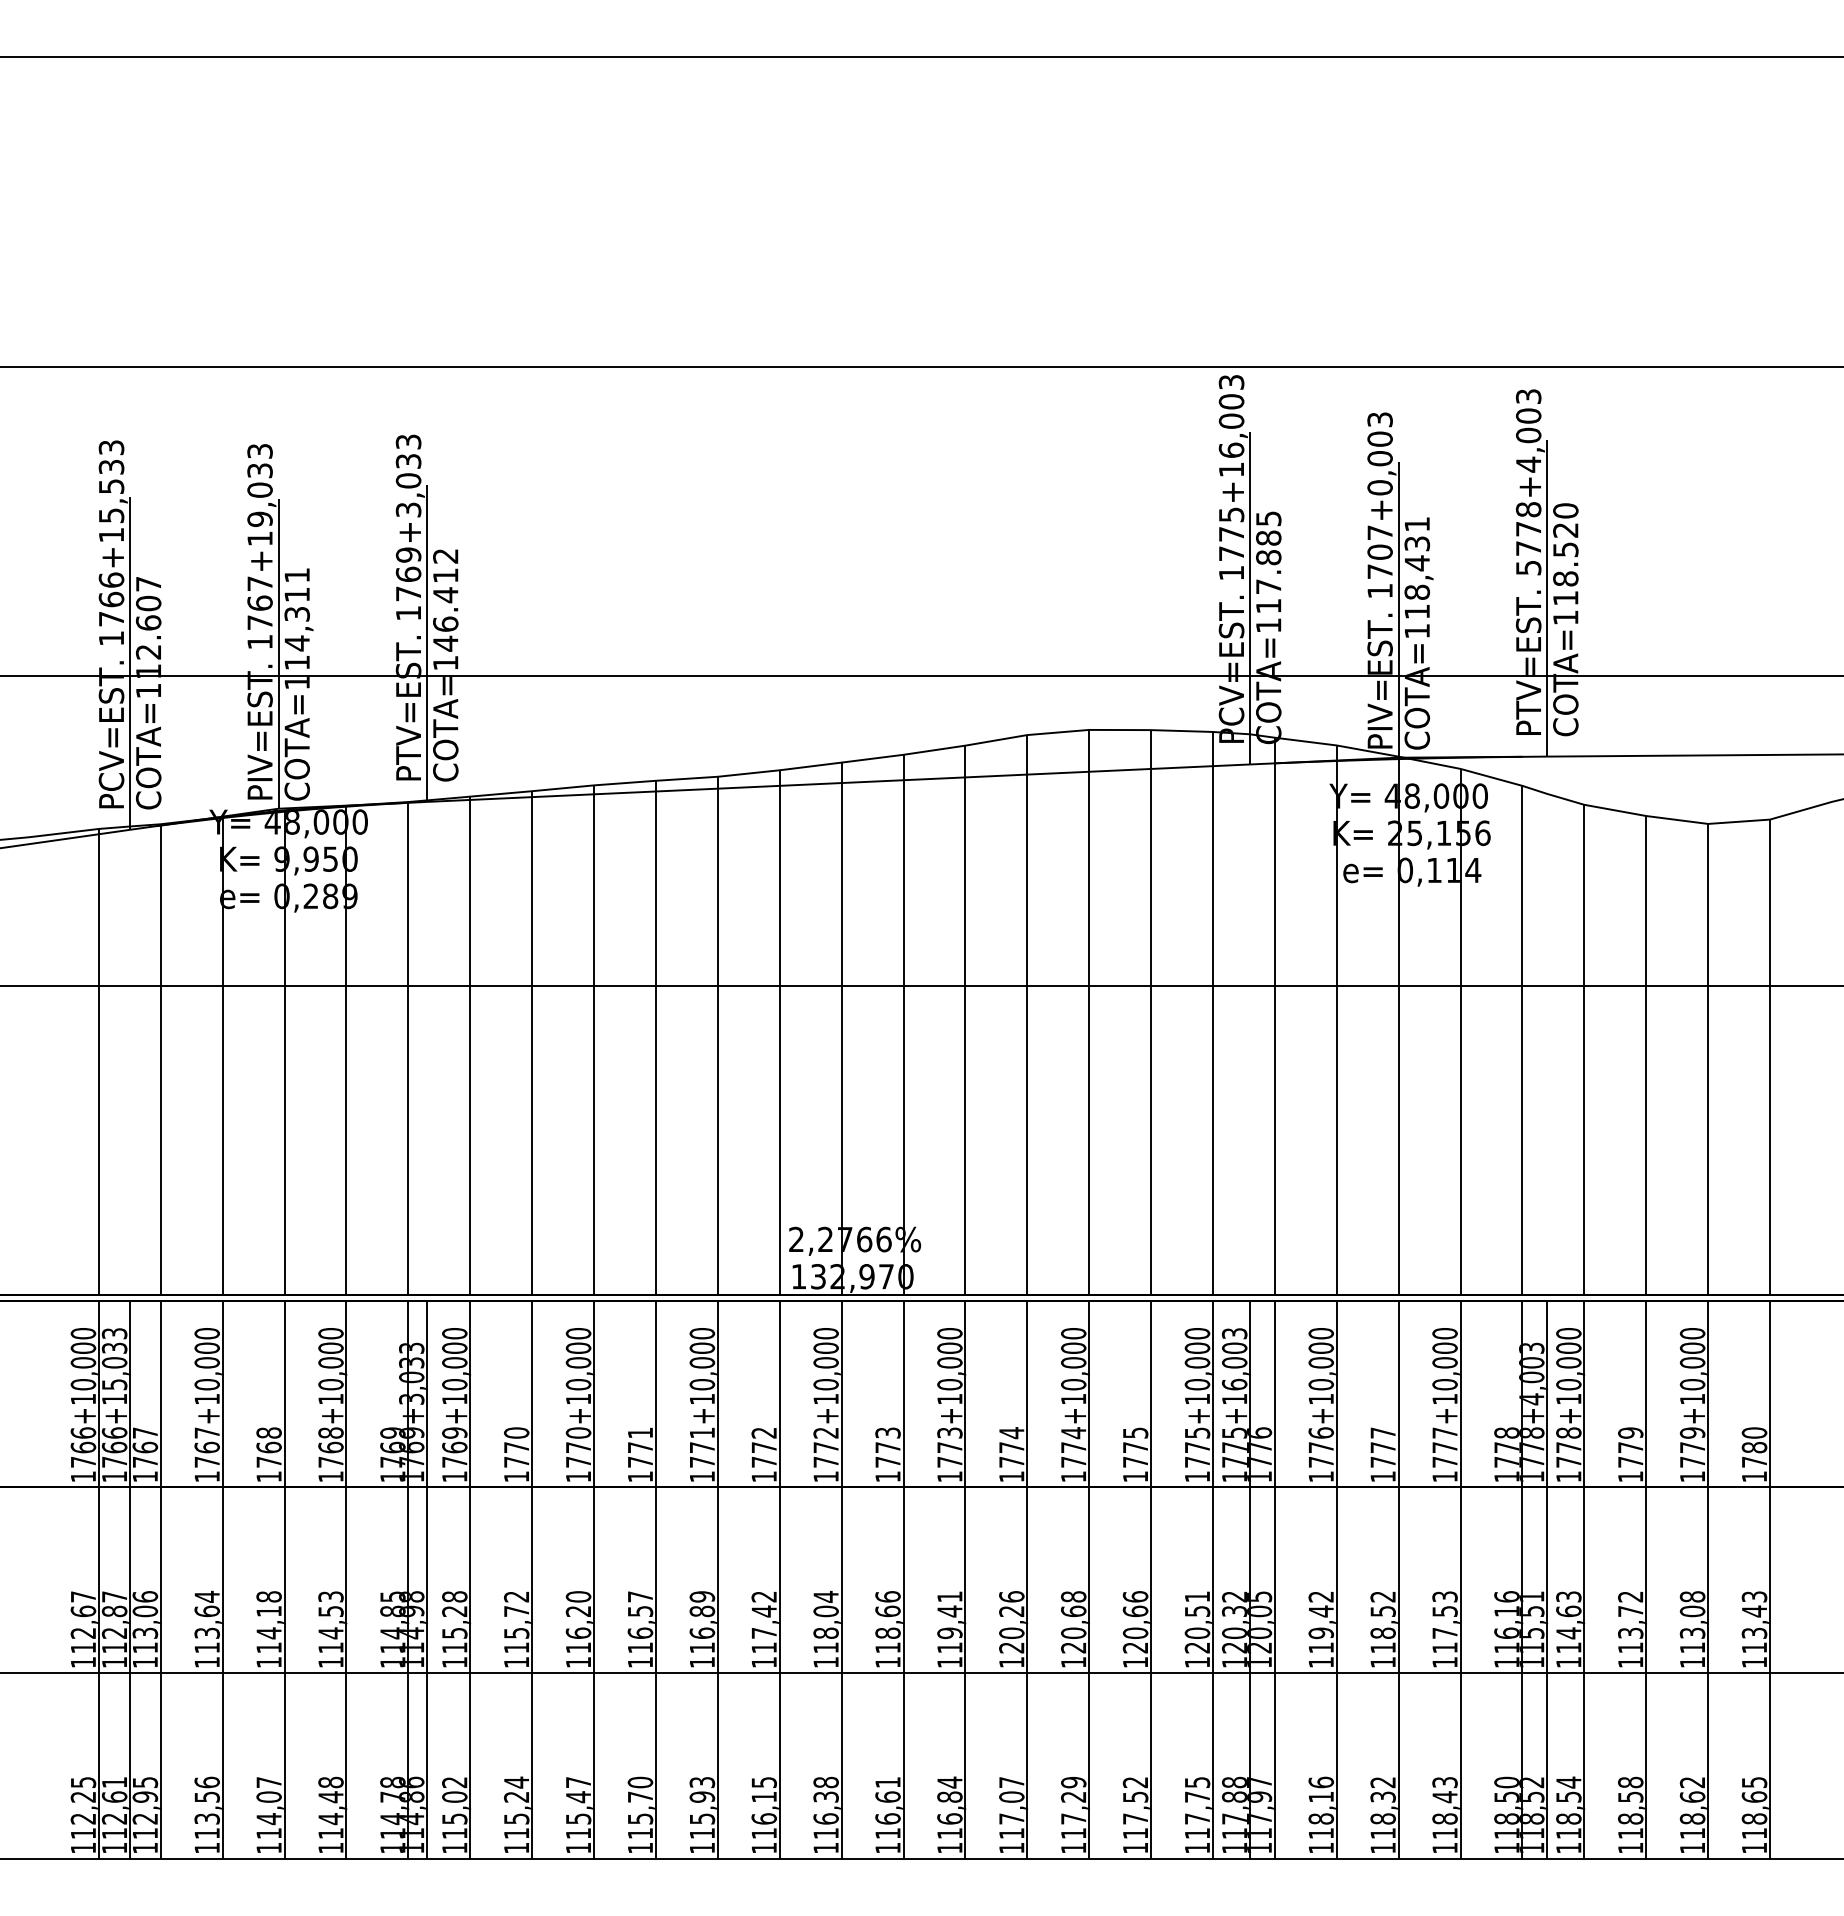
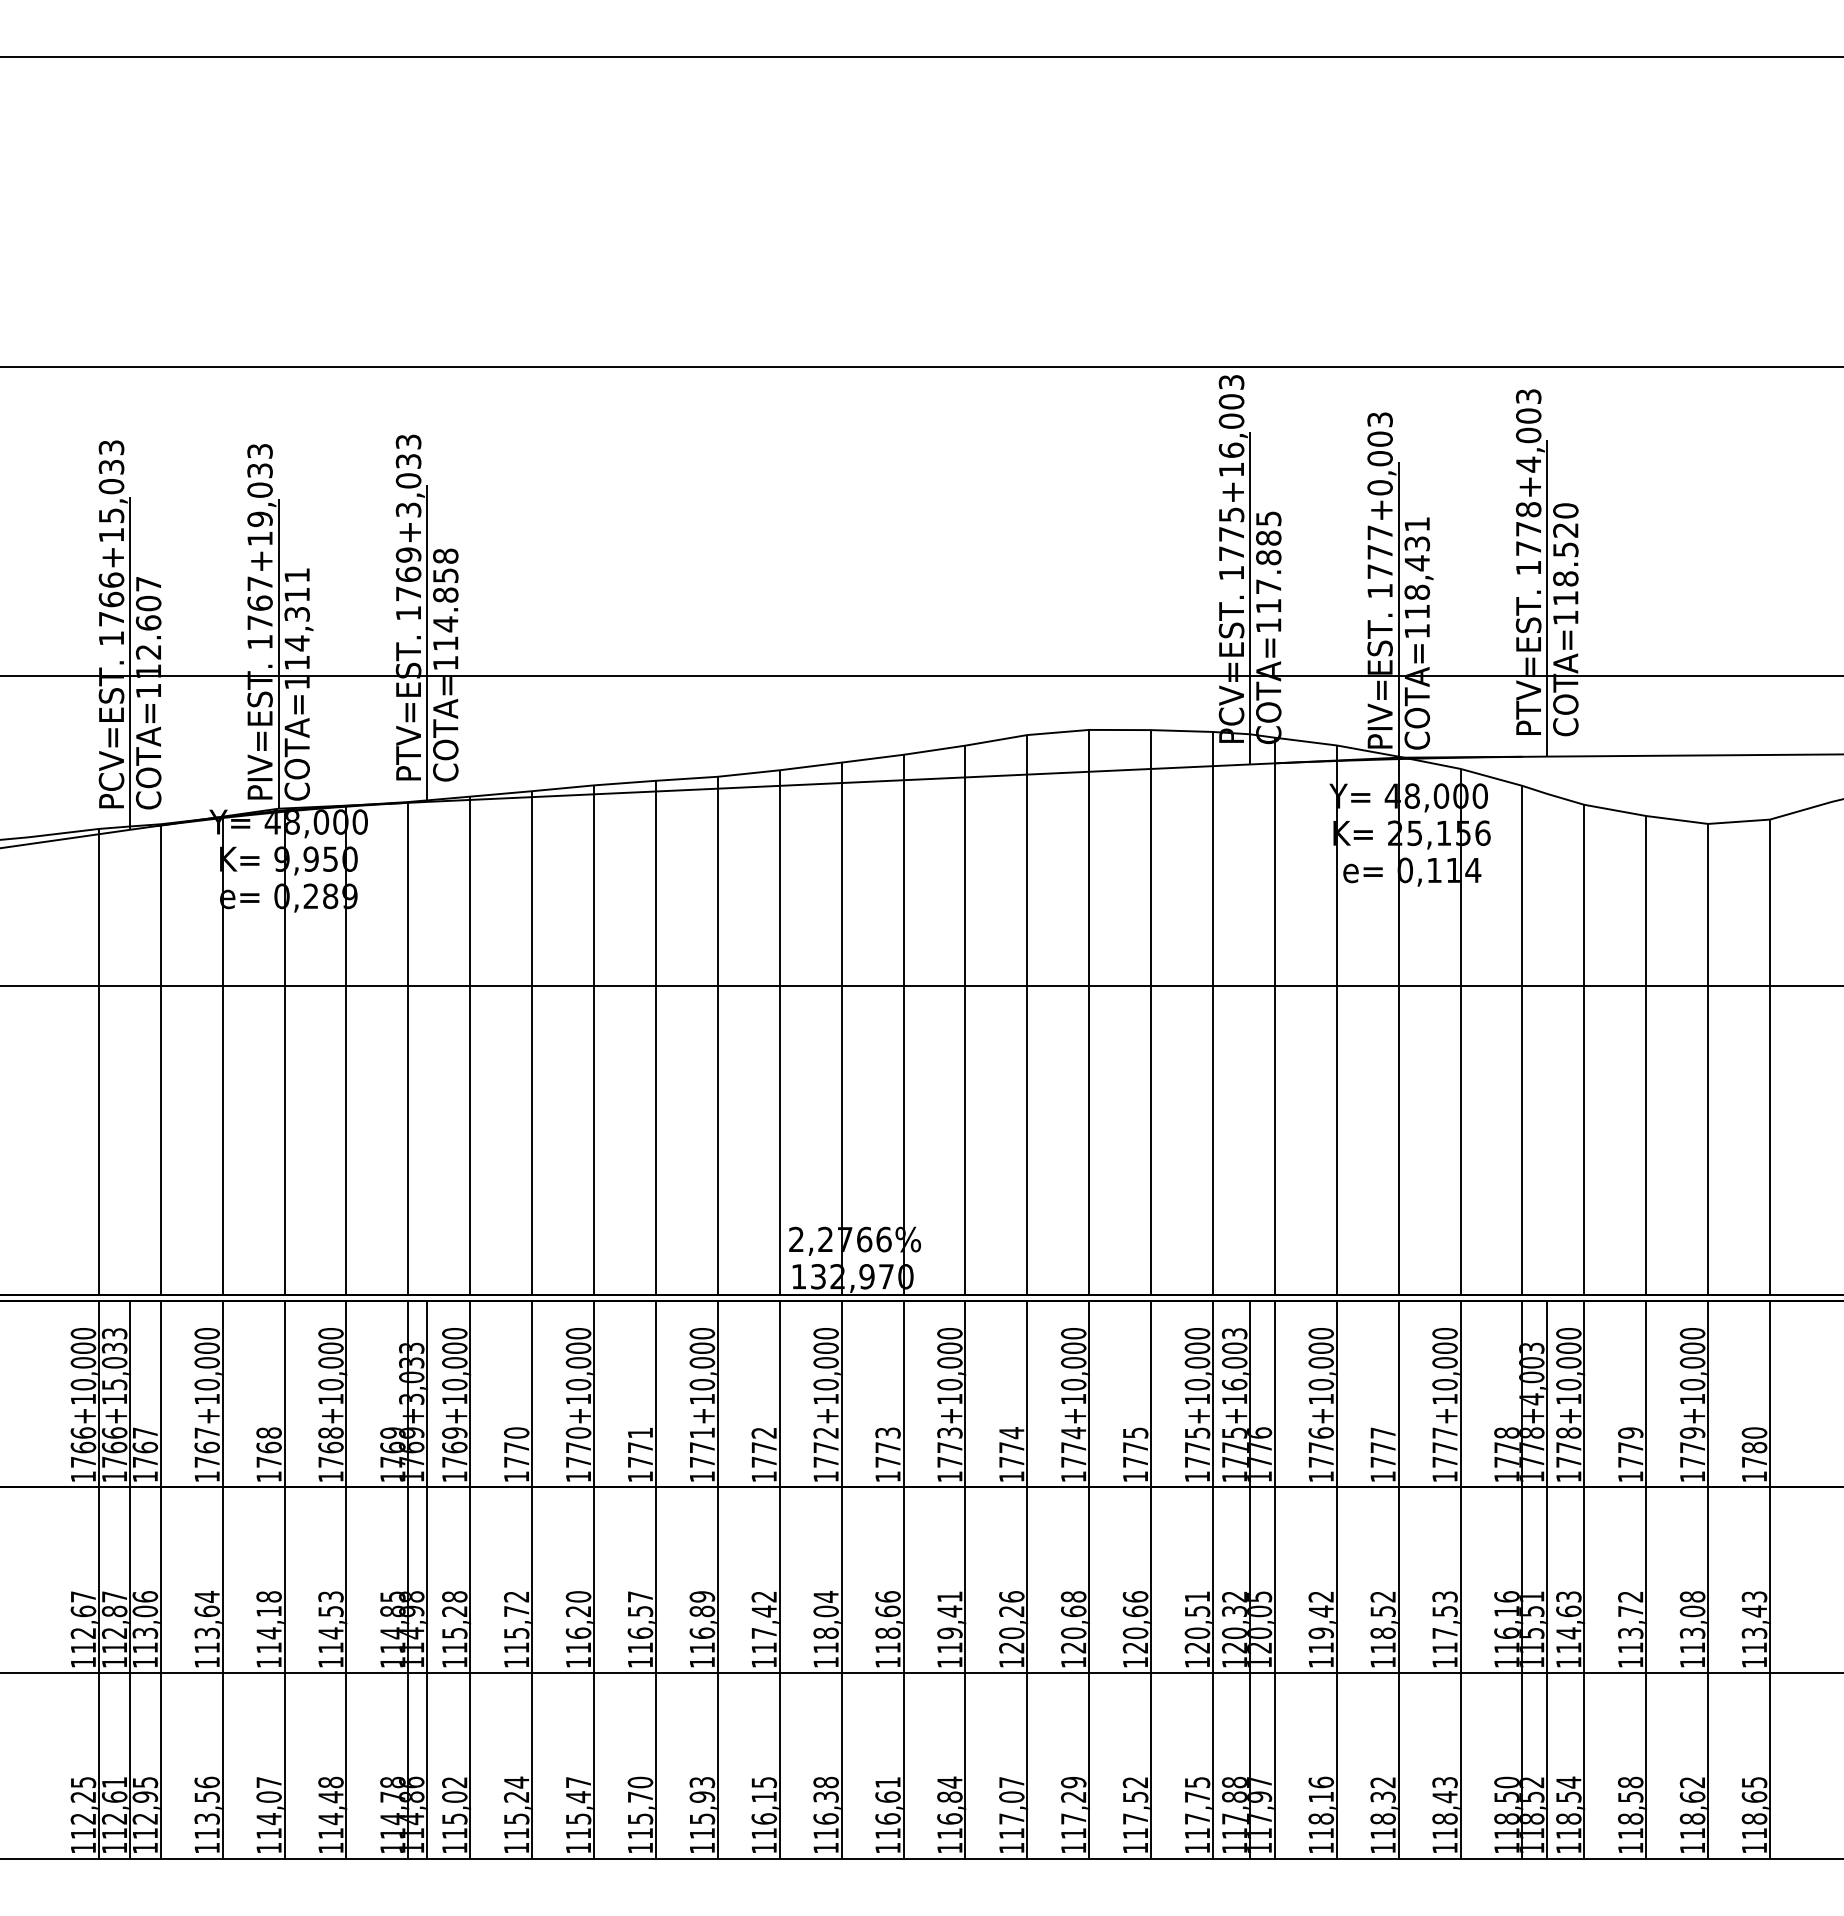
text at (111, 486): 1766+15,533 -> 1766+15,033
text at (1379, 551): 1707+0,003 -> 1777+0,003
text at (1528, 568): 5778+4,003 -> 1778+4,003
text at (445, 599): COTA=146.412 -> COTA=114.858
